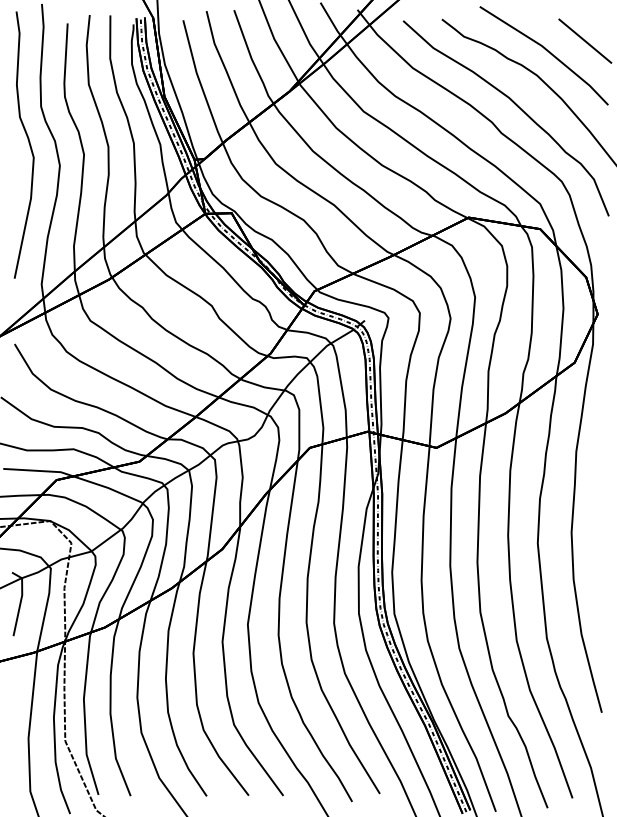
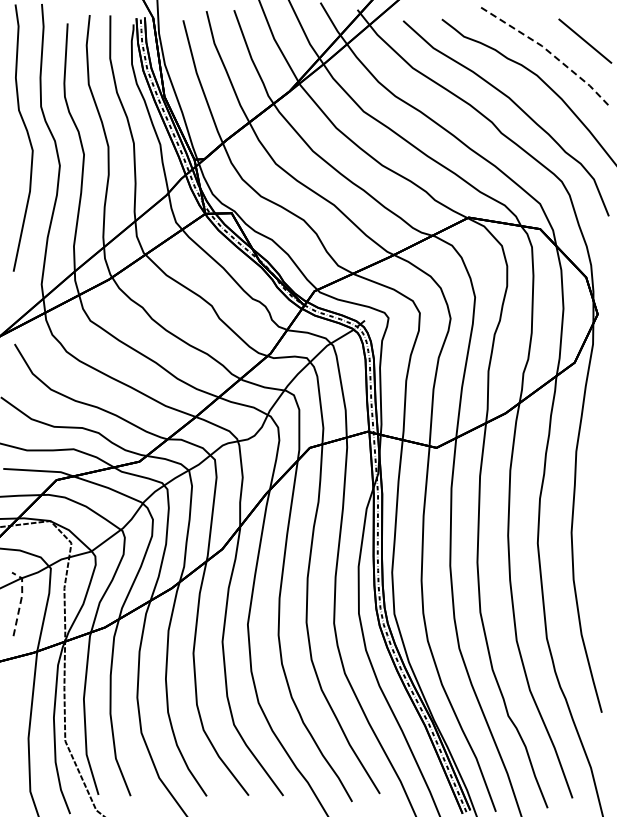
line at (547, 50): solid -> dashed
curve at (28, 143) position: (28, 143) -> (27, 136)
line at (21, 600): solid -> dashed
